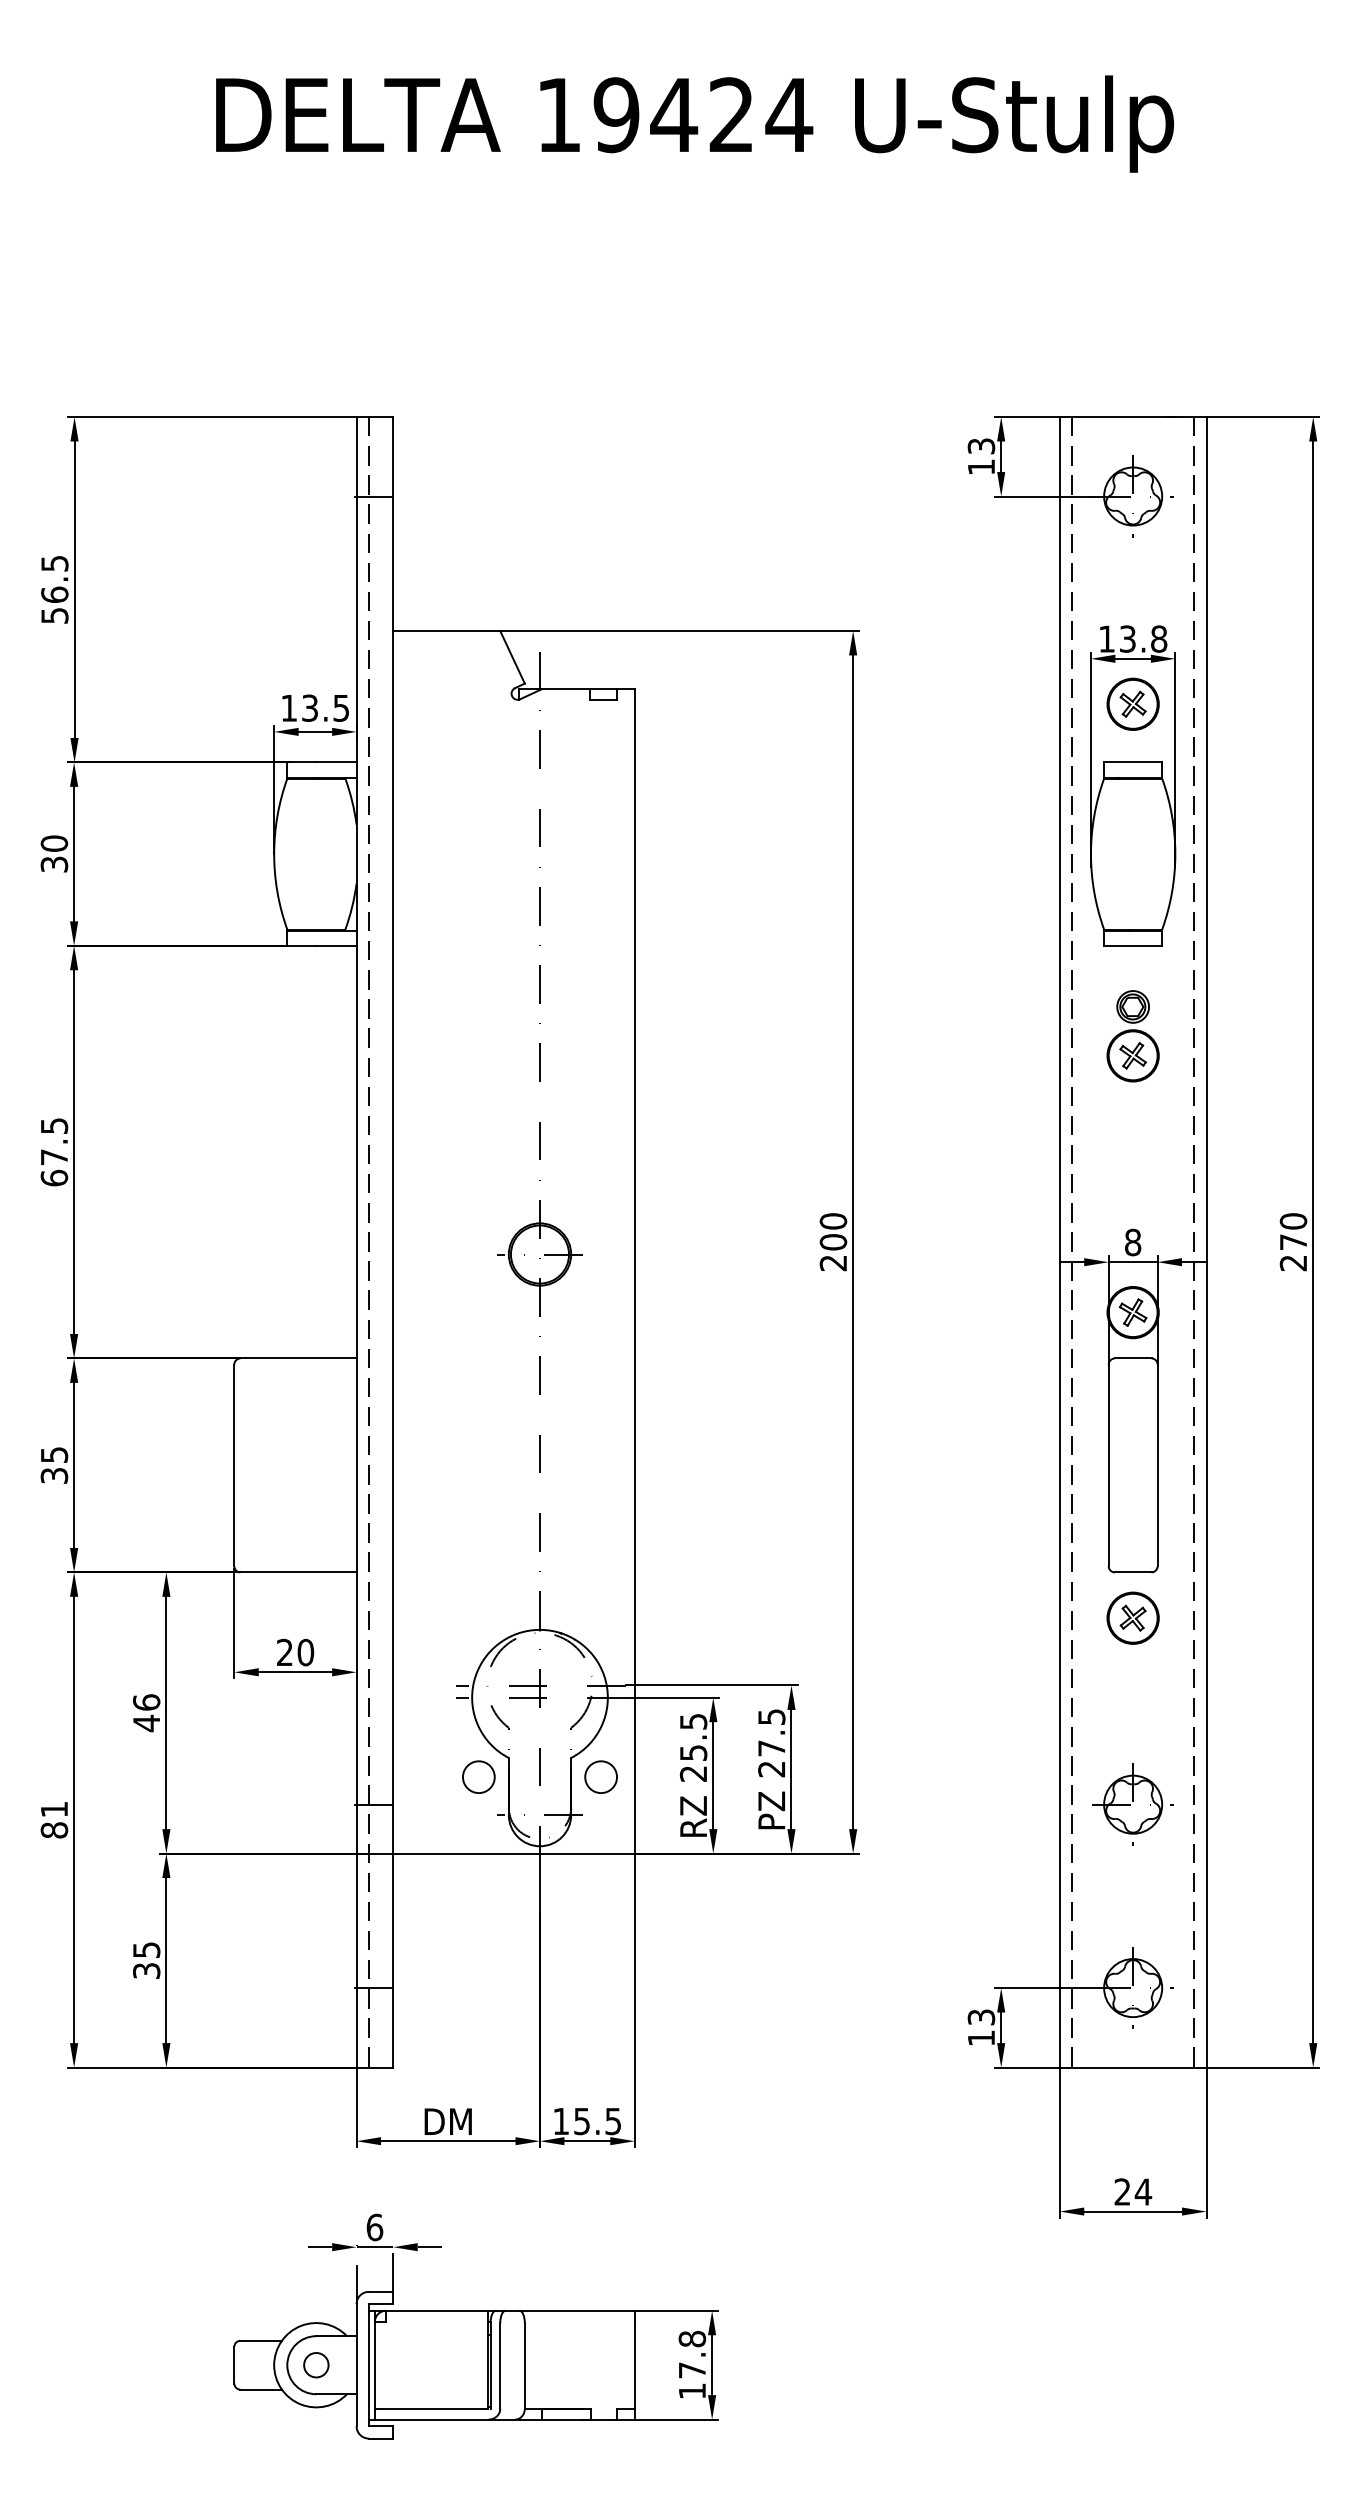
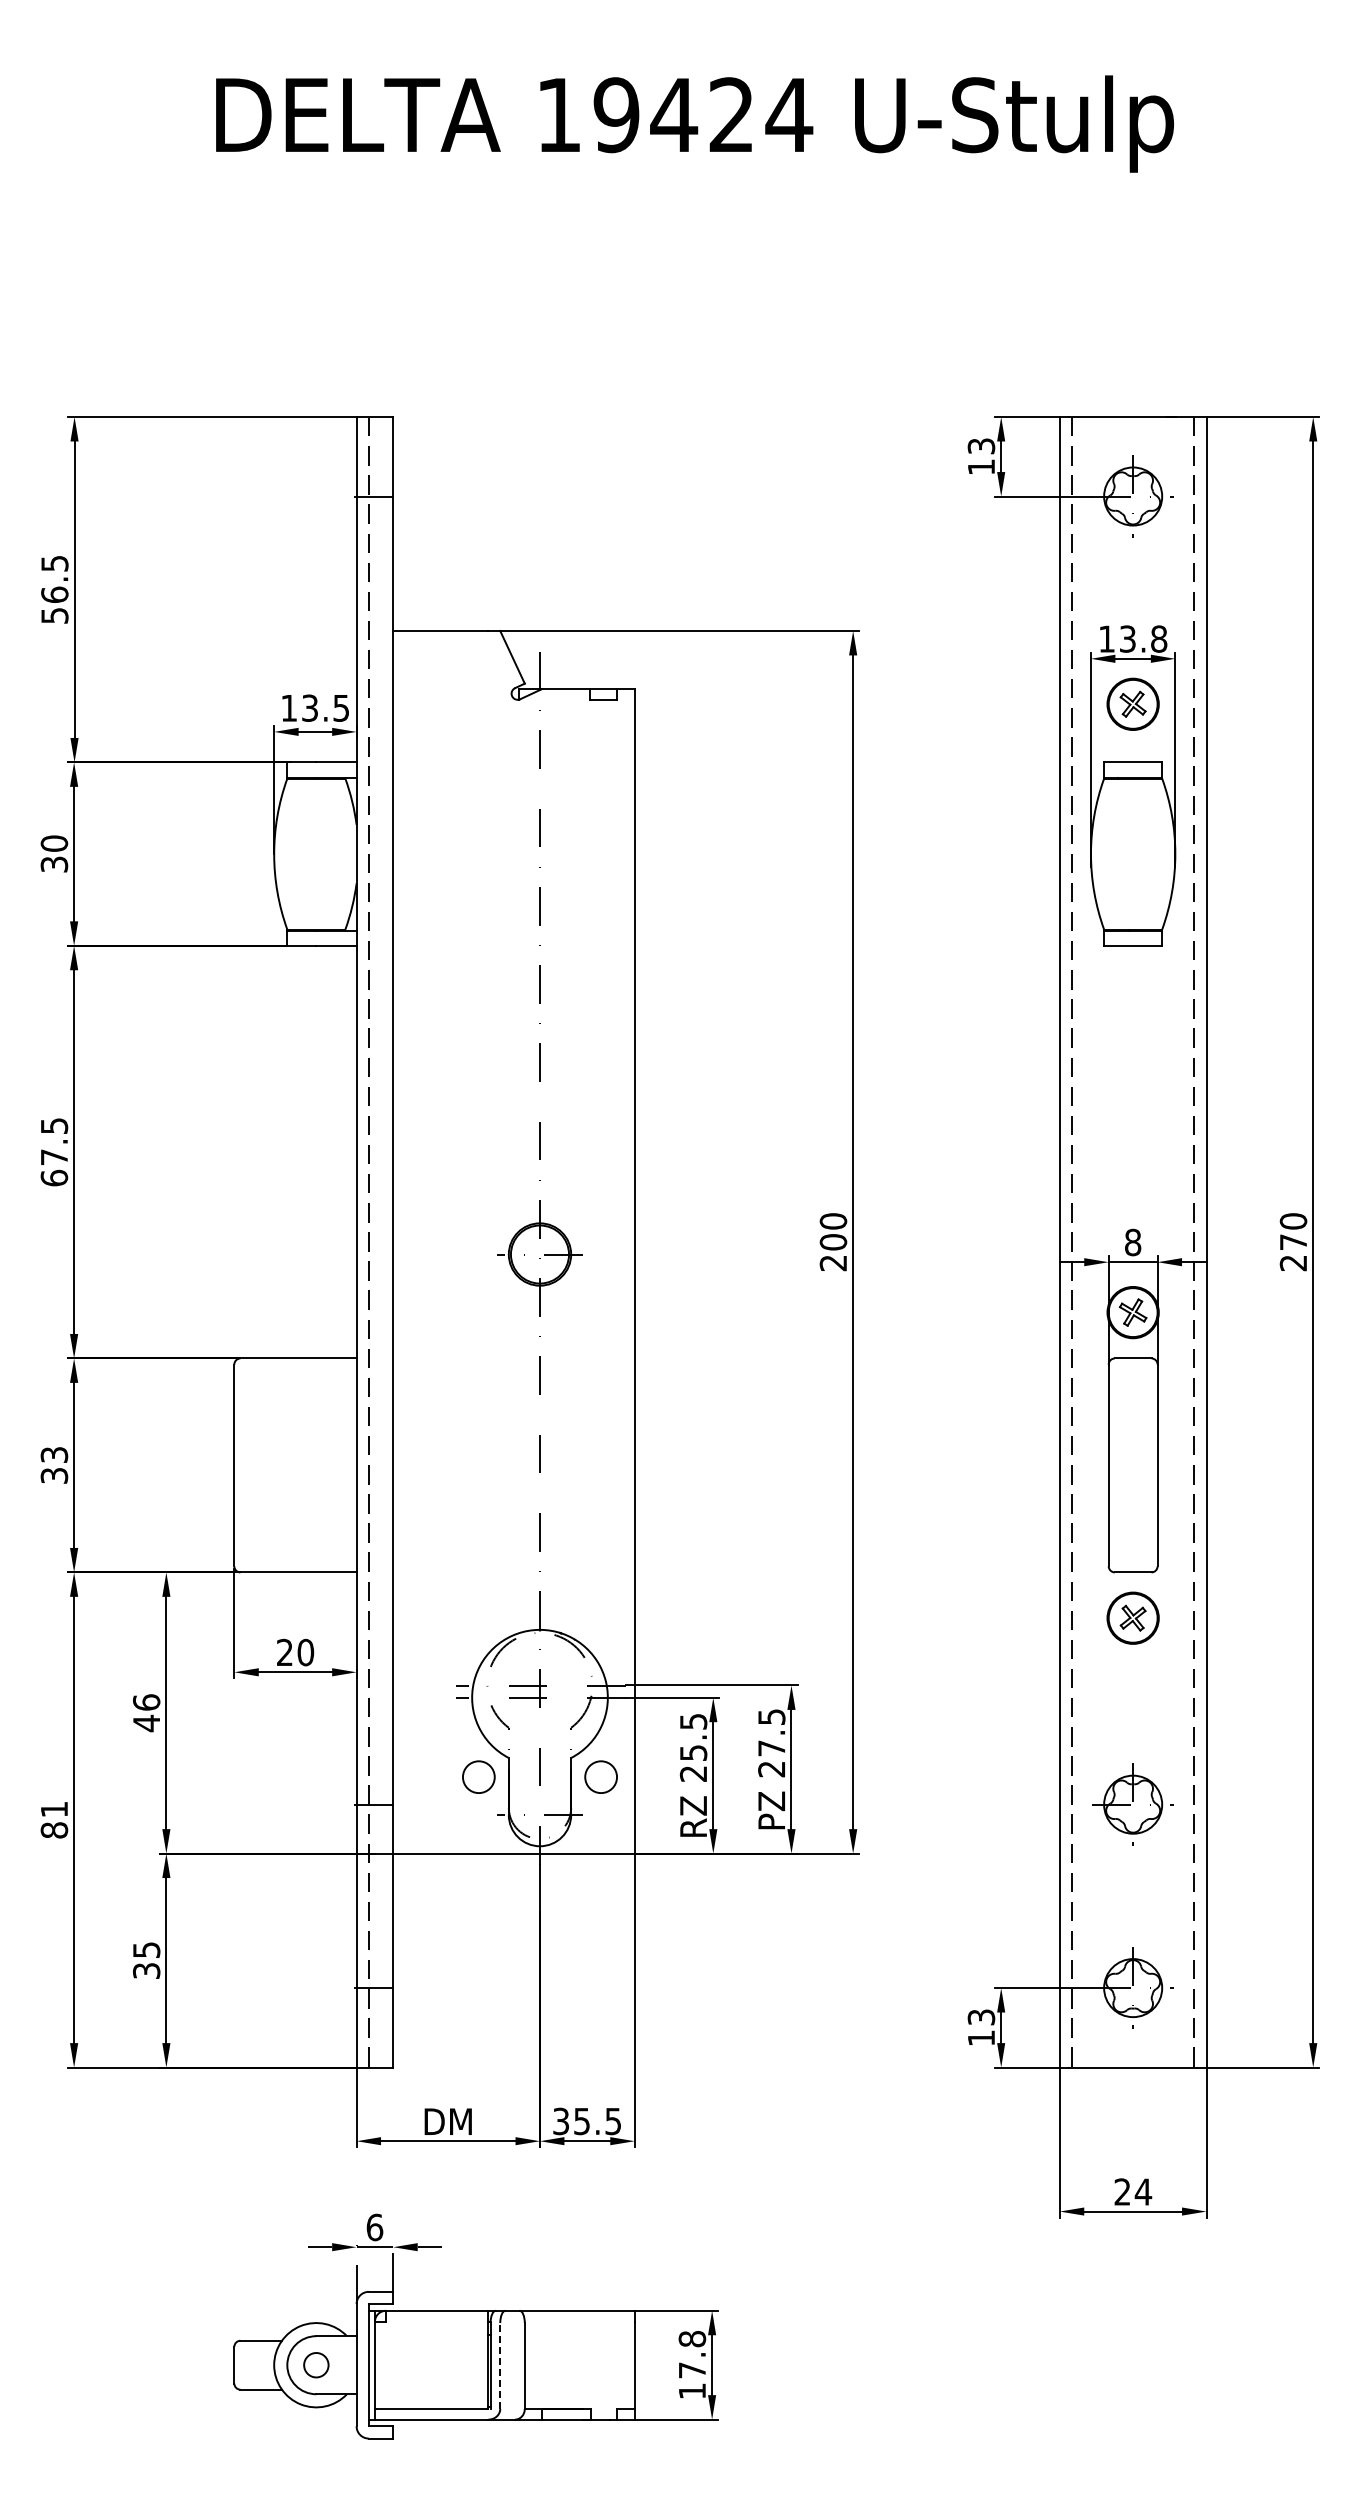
part at (1132, 1036): present -> none
text at (53, 1454): 35 -> 33
text at (560, 2121): 15.5 -> 35.5
line at (500, 2365): solid -> dashed
